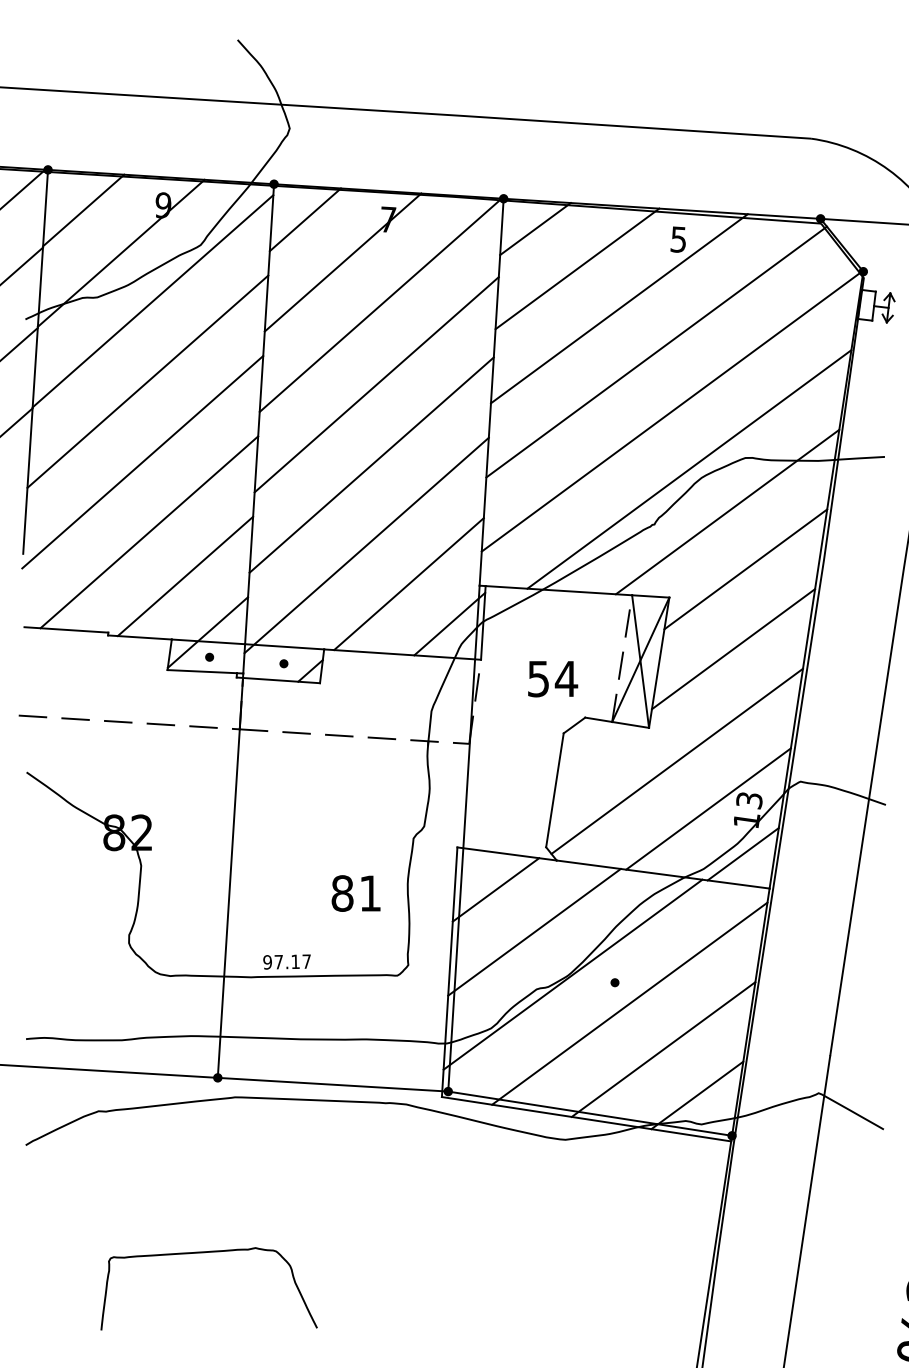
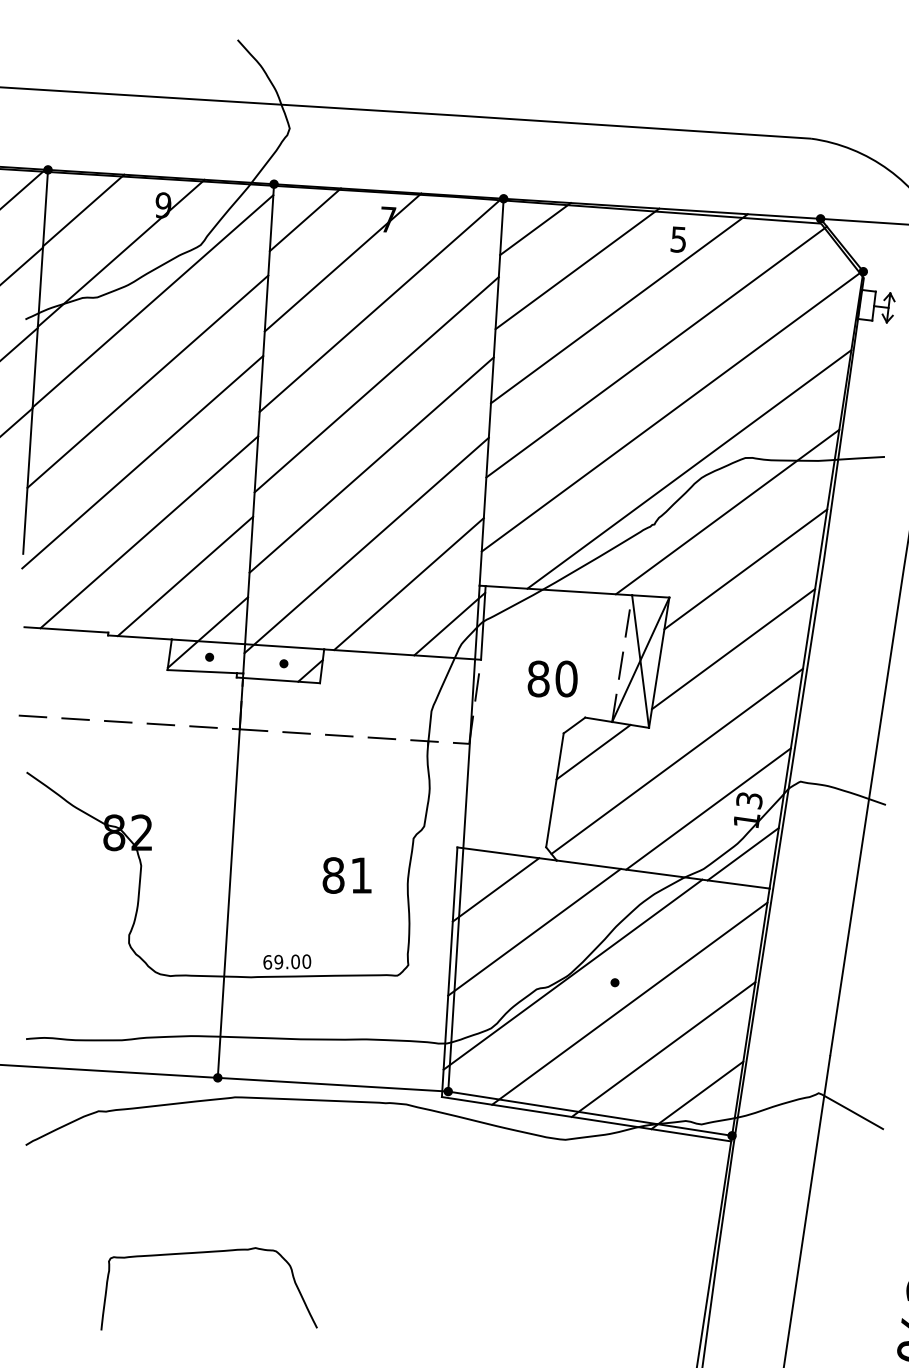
text at (552, 678): 54 -> 80
line at (593, 751): none -> present
text at (355, 893) position: (355, 893) -> (346, 875)
text at (287, 961): 97.17 -> 69.00
